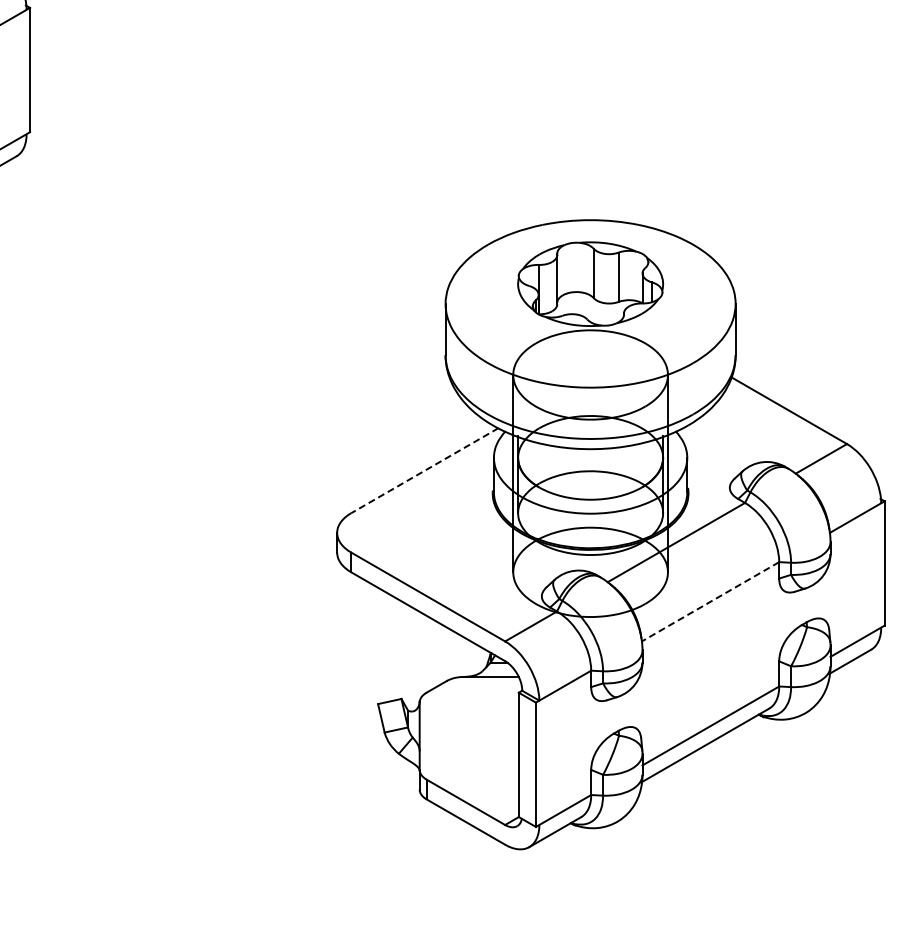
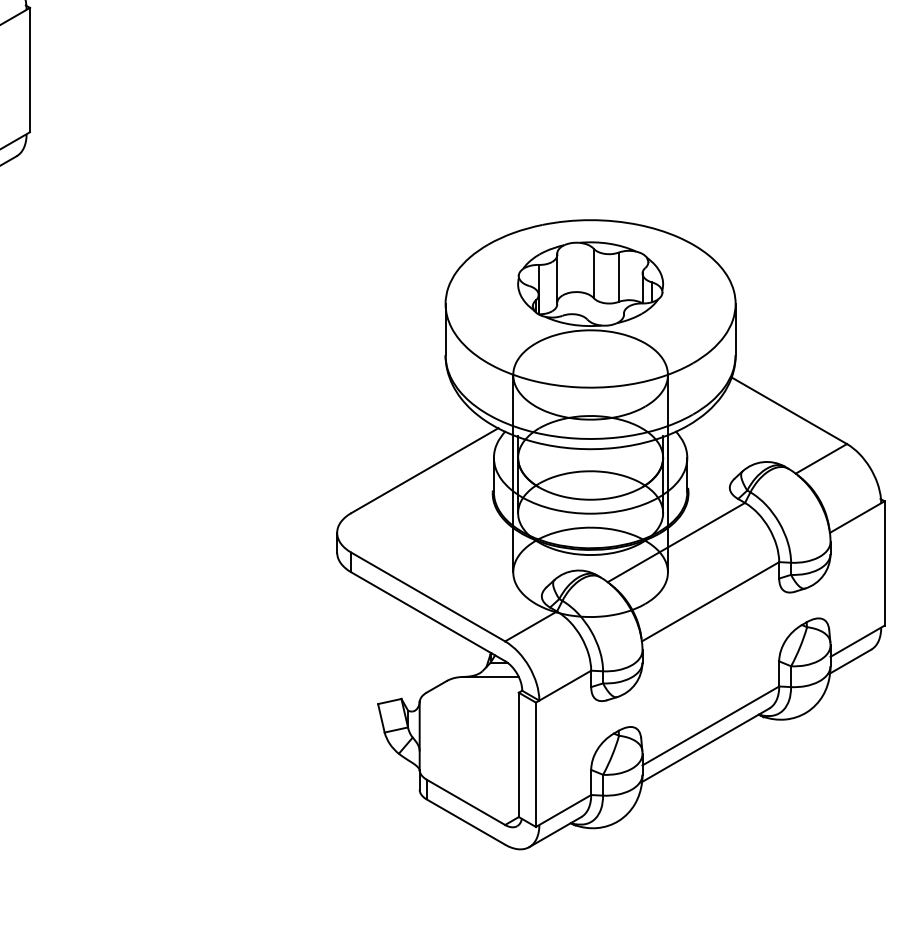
line at (424, 470): dashed -> solid
line at (710, 602): dashed -> solid
